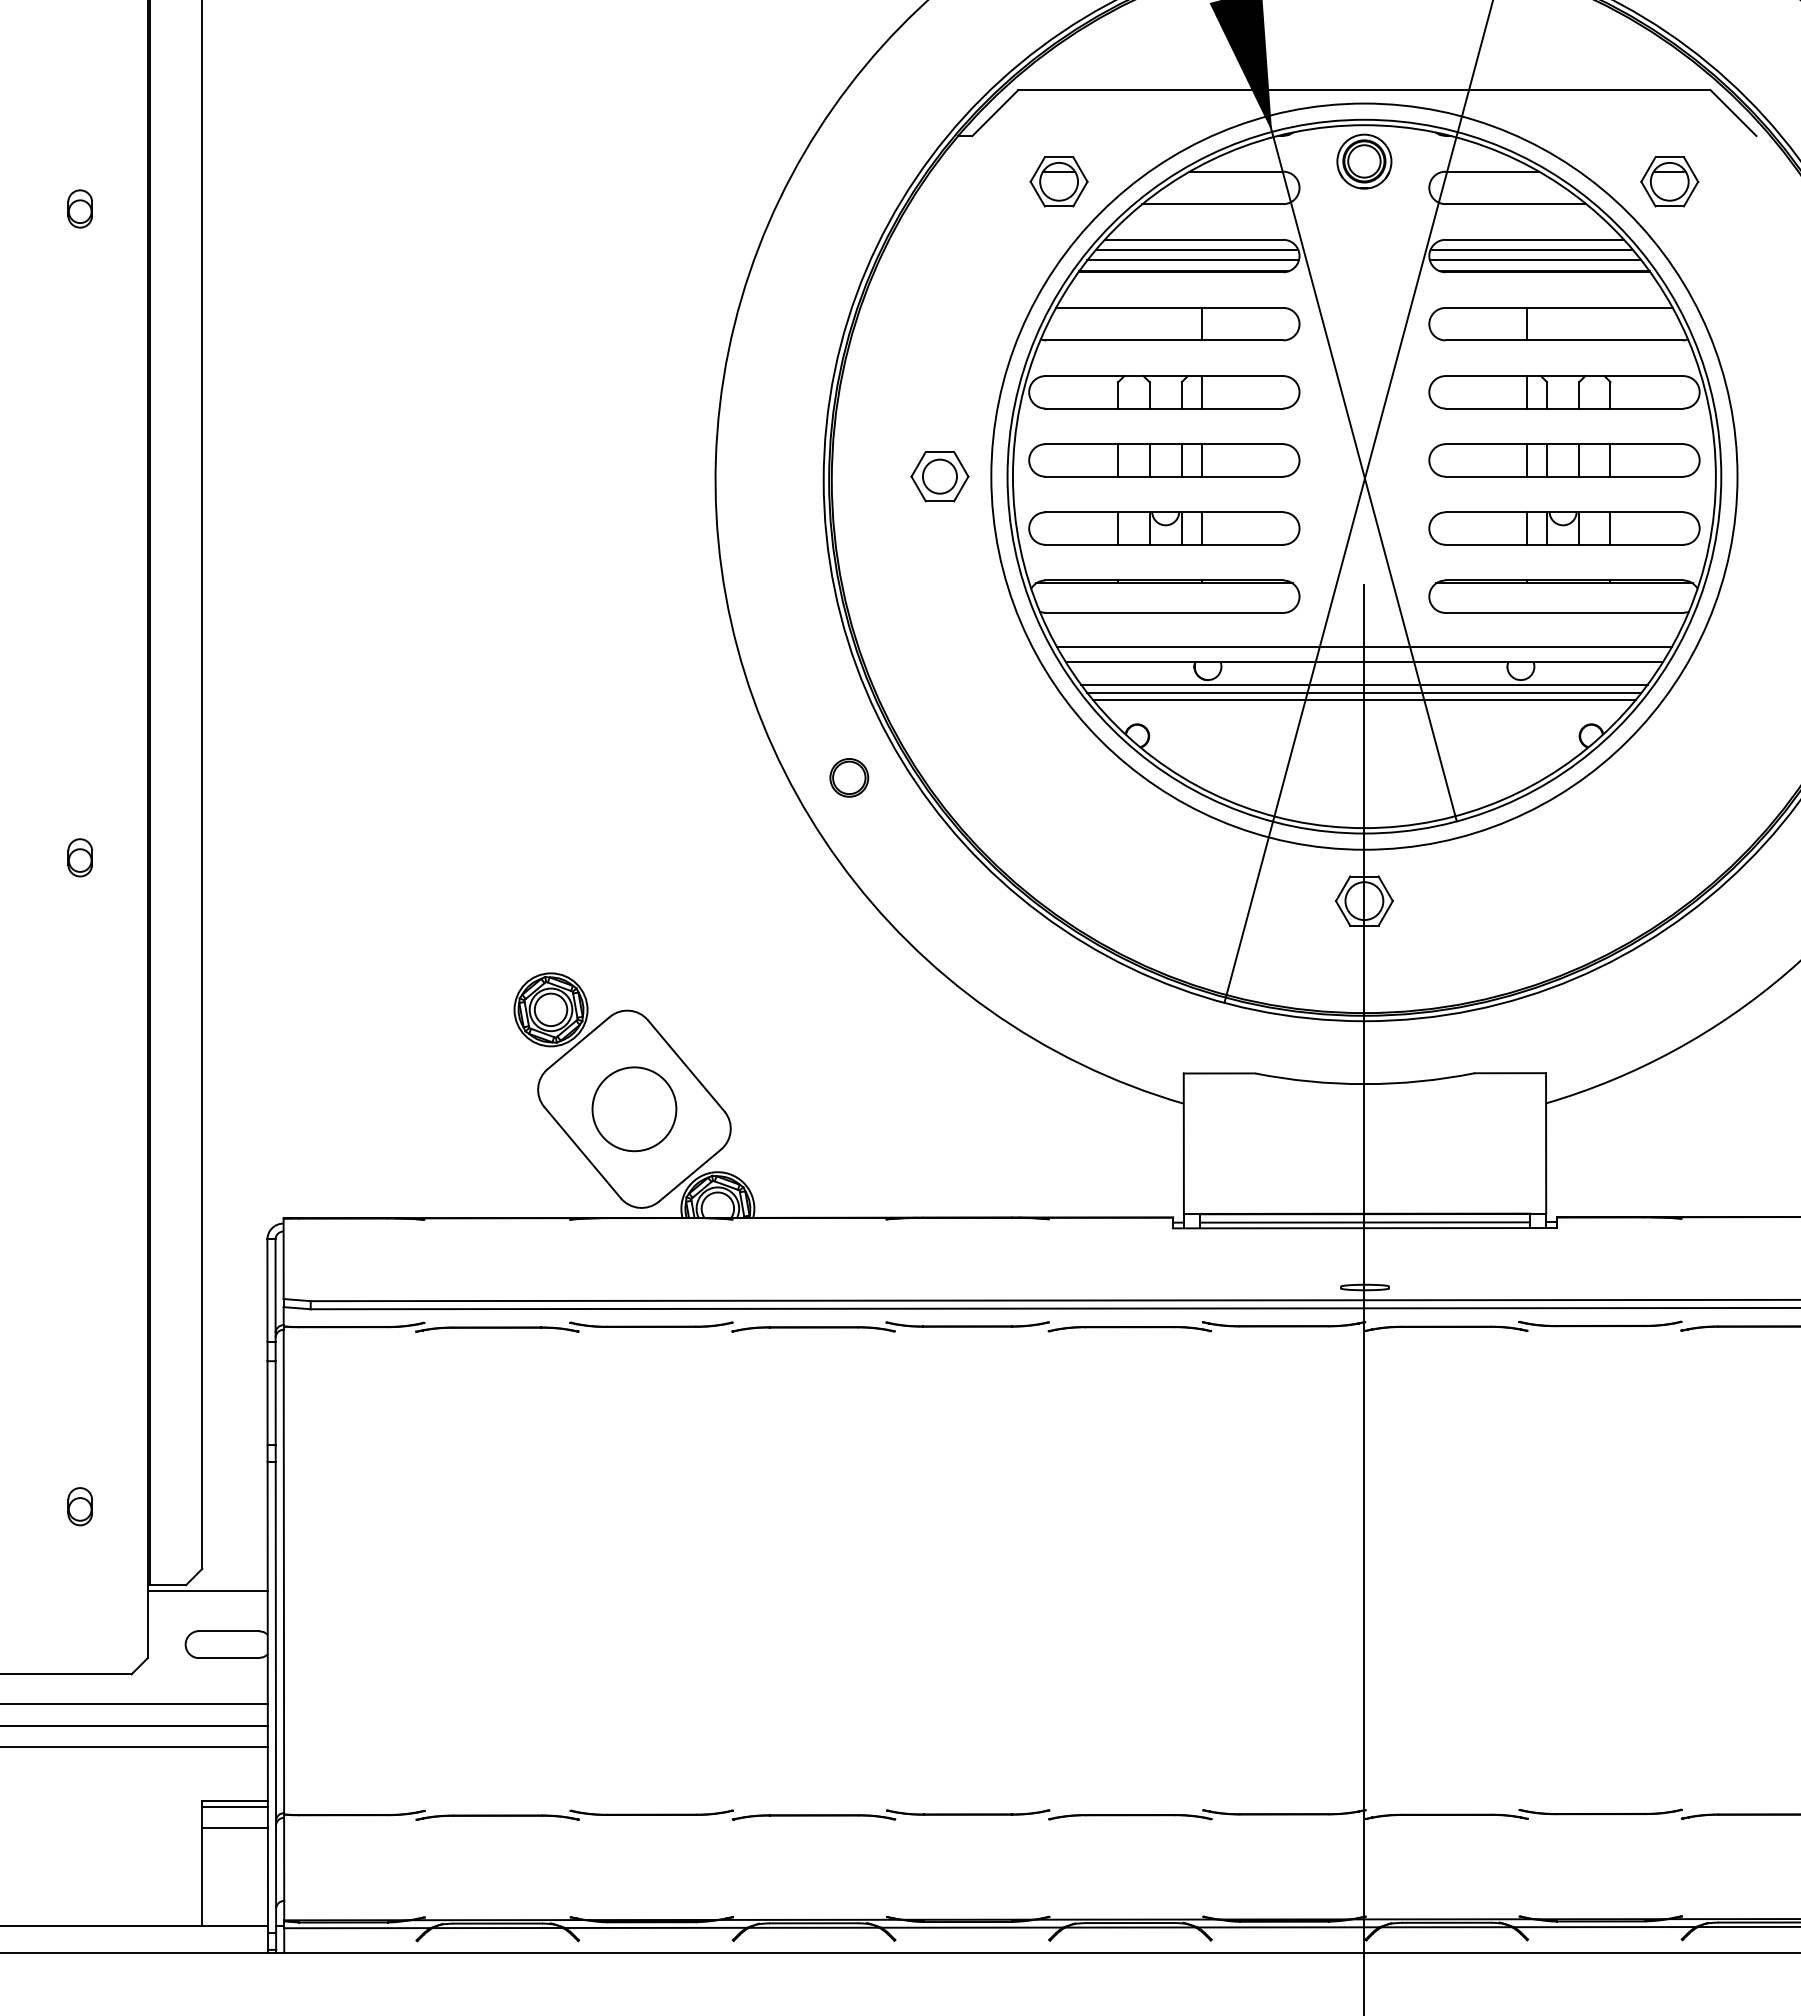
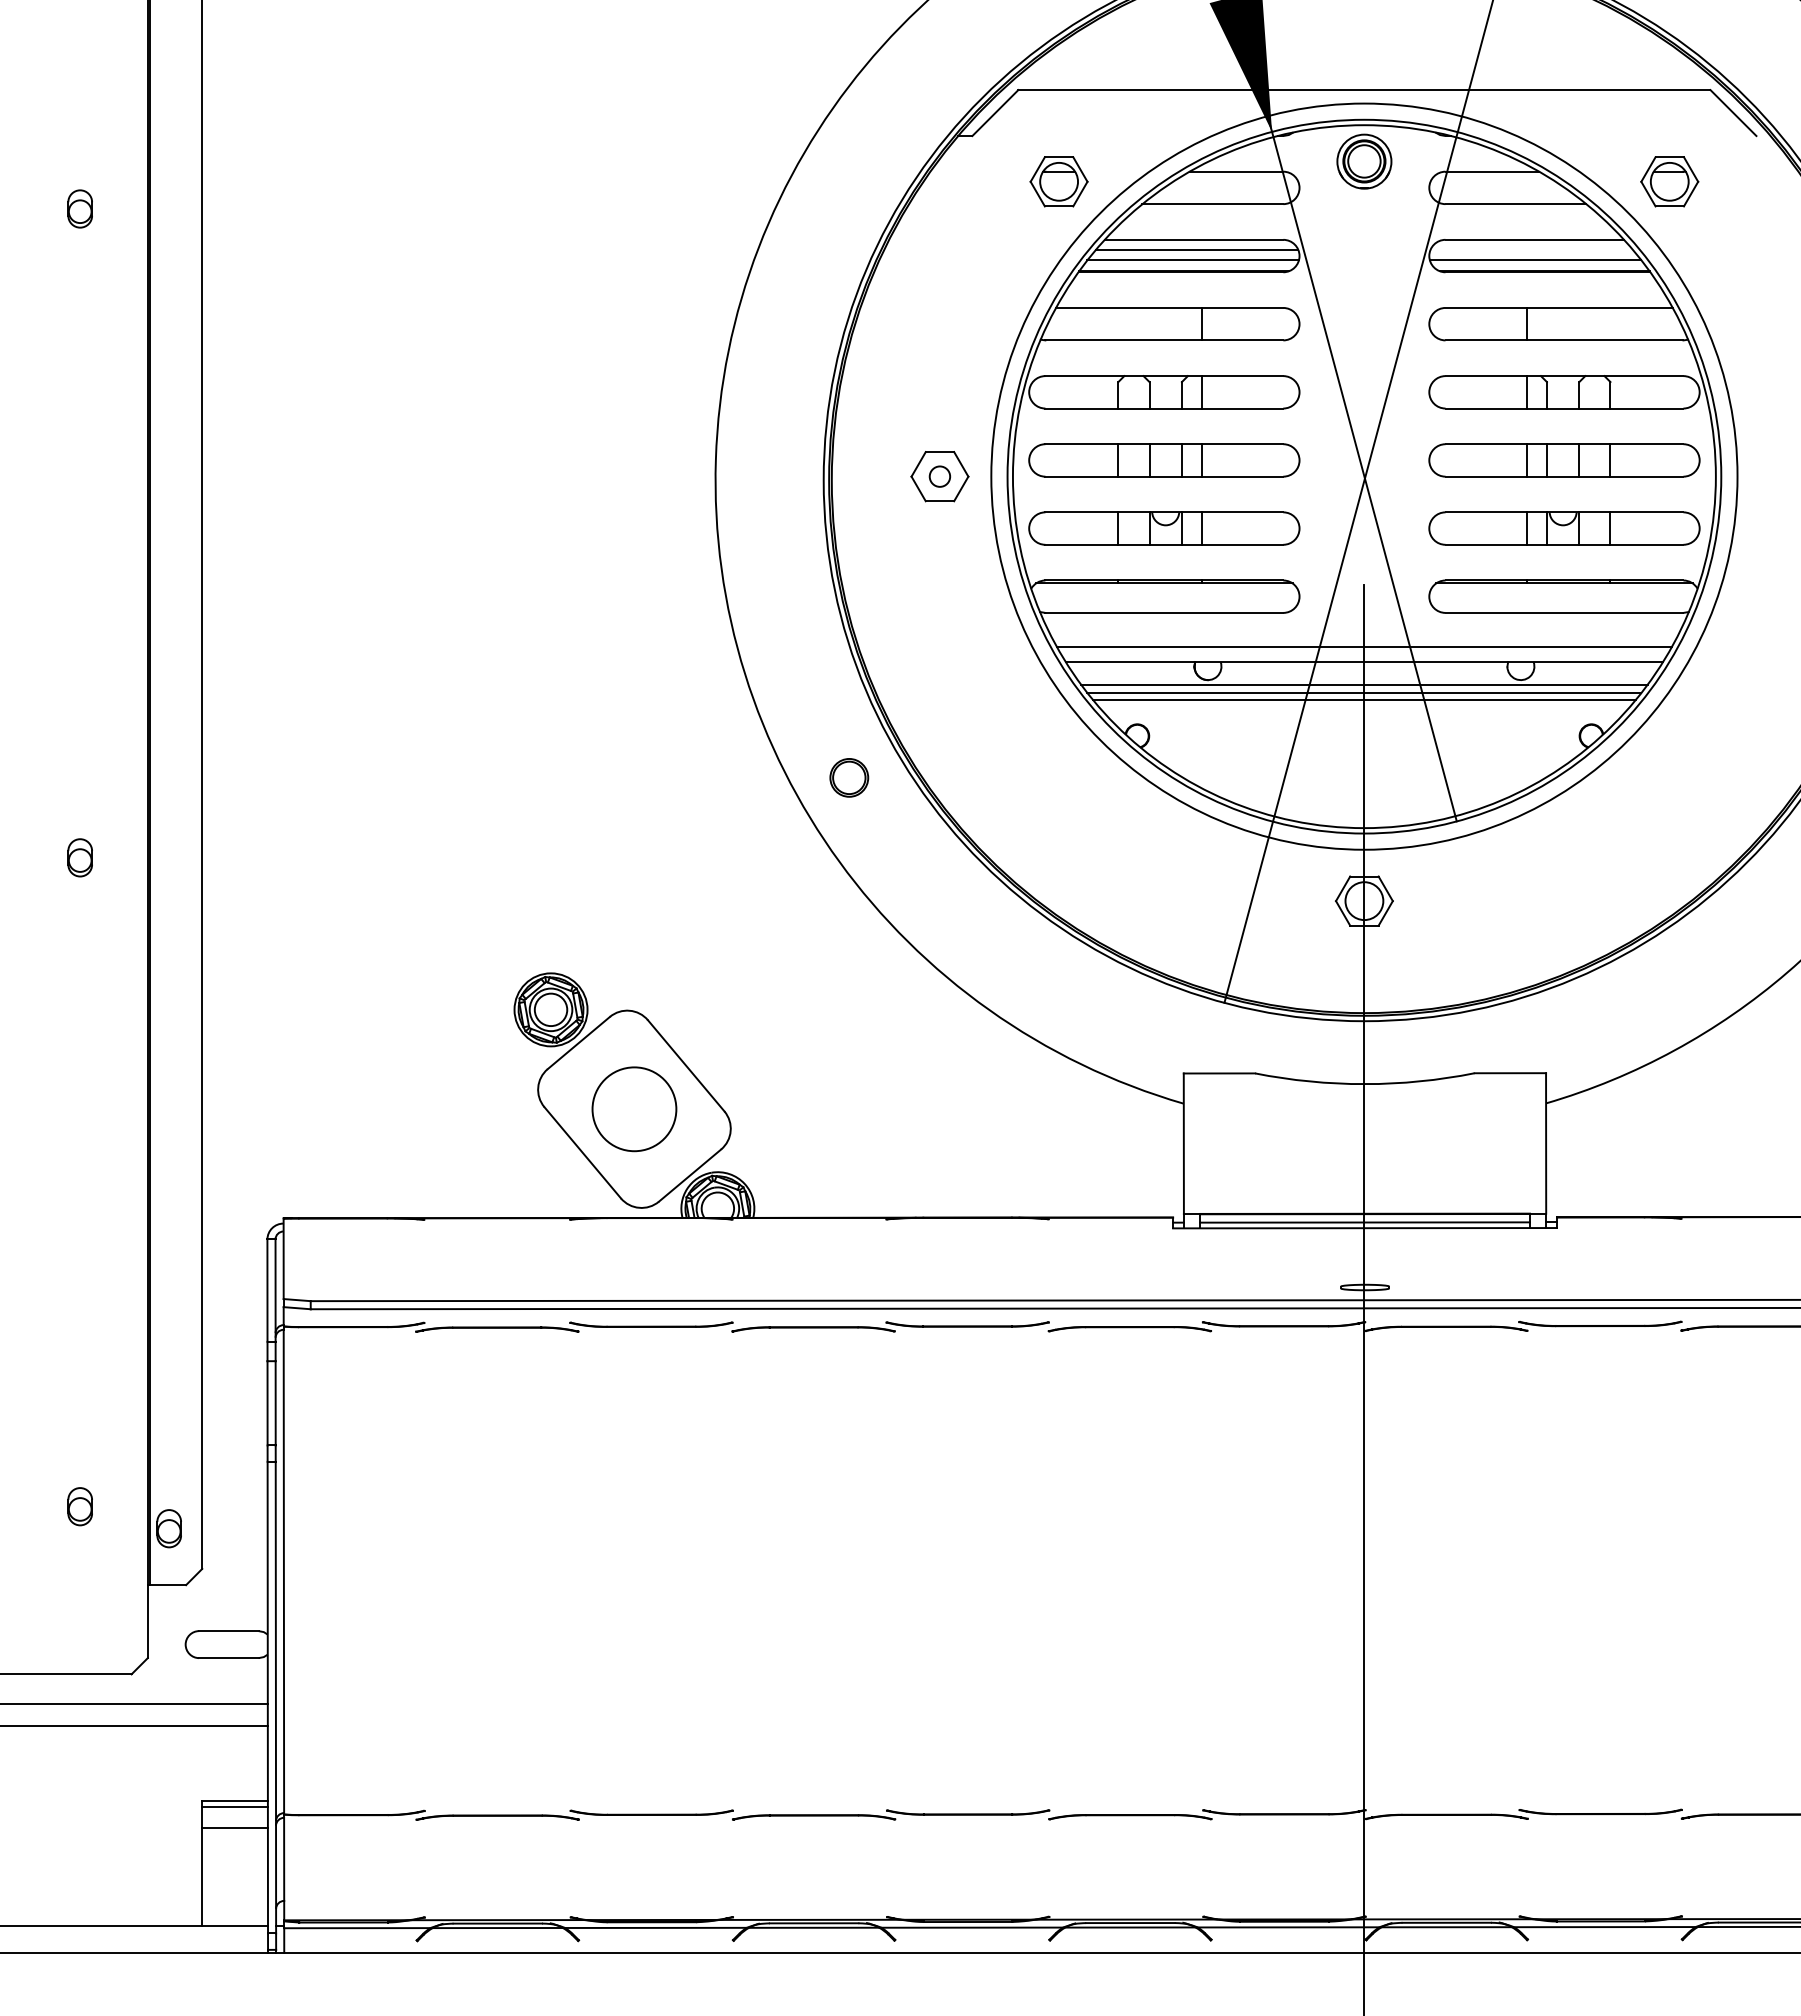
line at (1531, 249): present -> none
circle at (939, 476) diameter: 34 px -> 20 px
part at (168, 1528): none -> present
line at (207, 1590): present -> none
line at (134, 1747): present -> none
